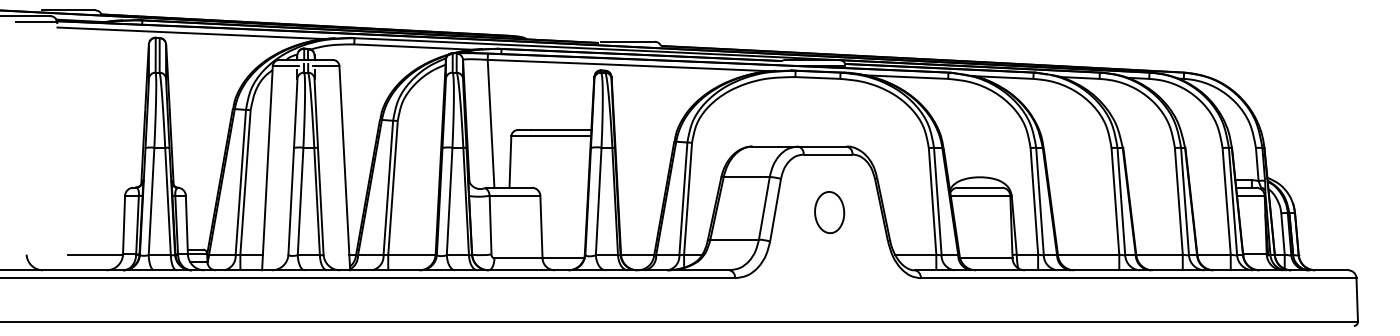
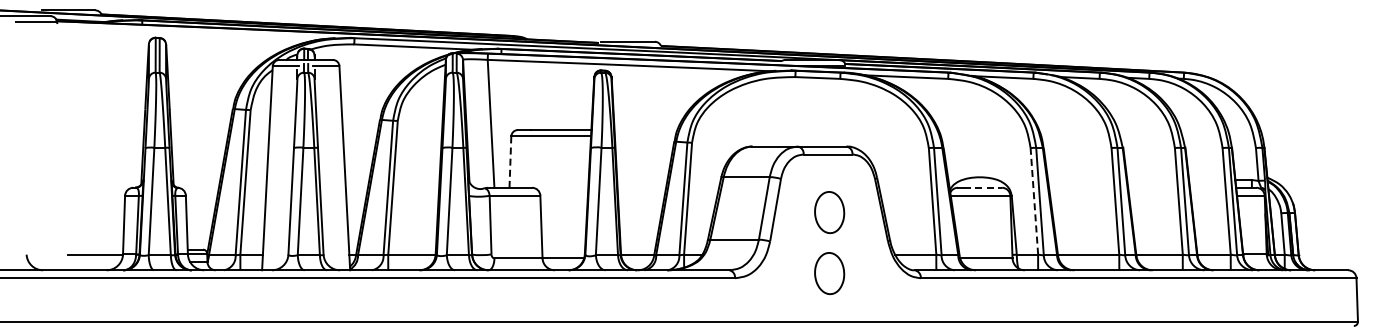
line at (191, 33): present -> none
line at (510, 162): solid -> dashed
line at (983, 187): solid -> dashed
line at (1034, 200): solid -> dashed
part at (829, 273): none -> present
